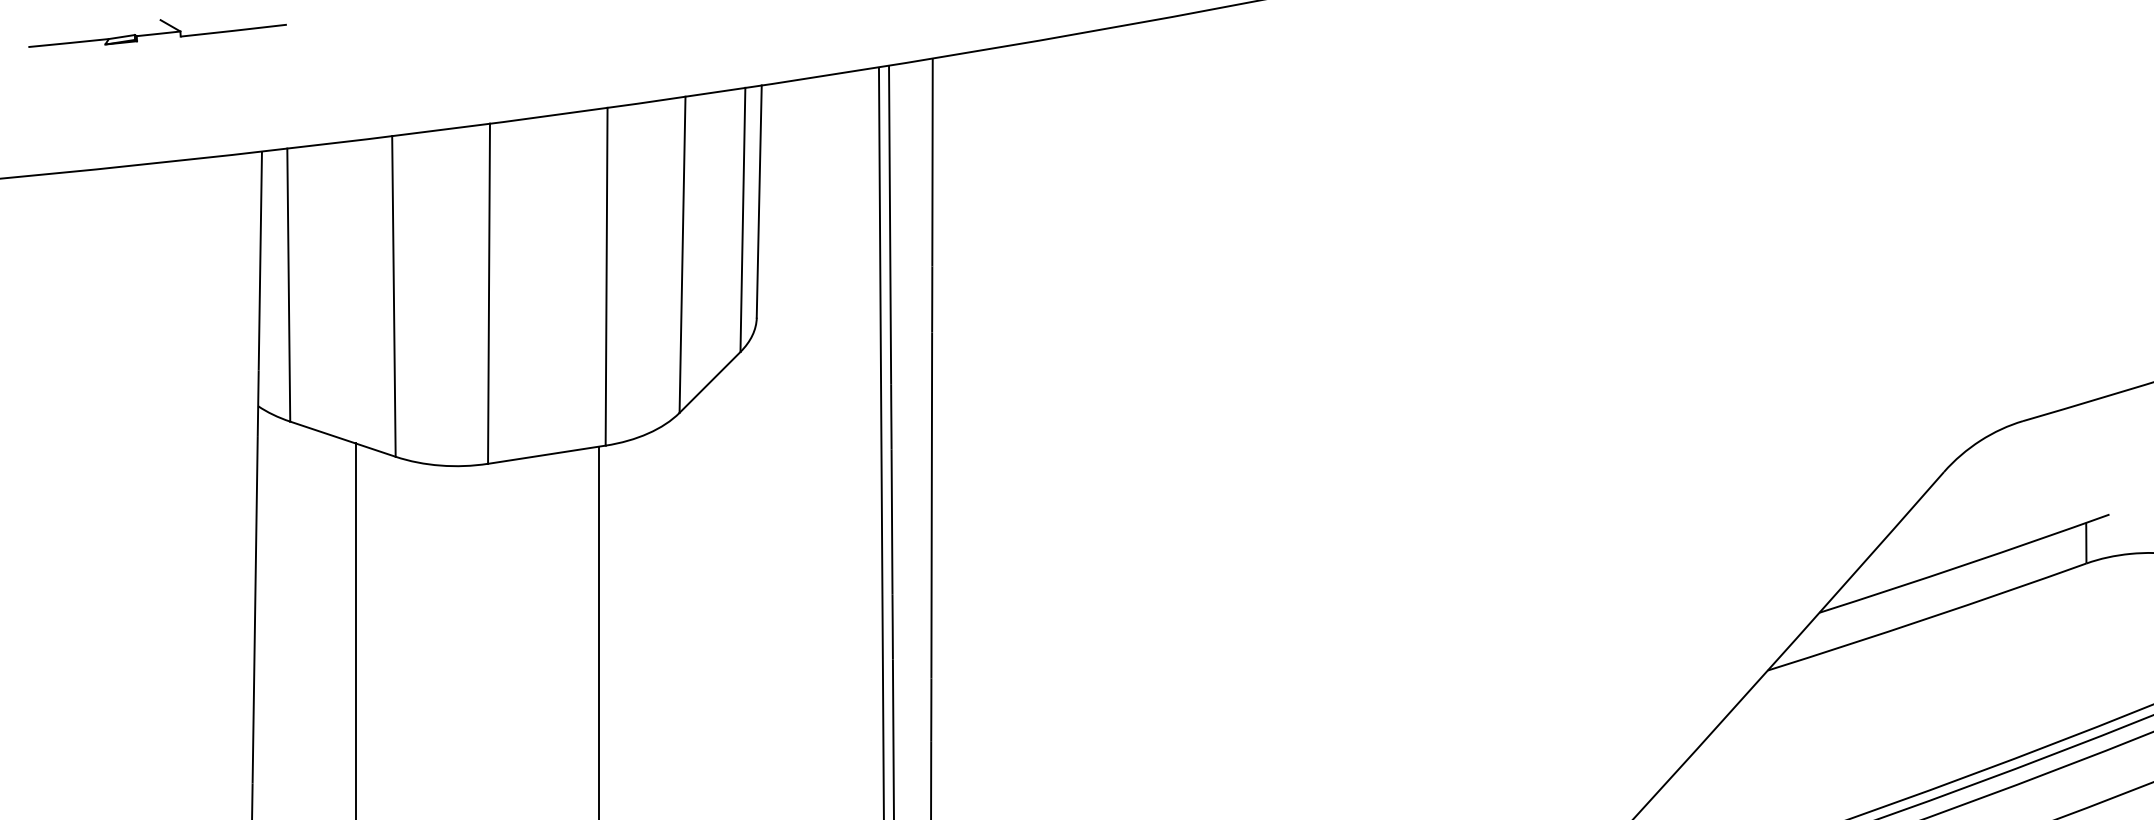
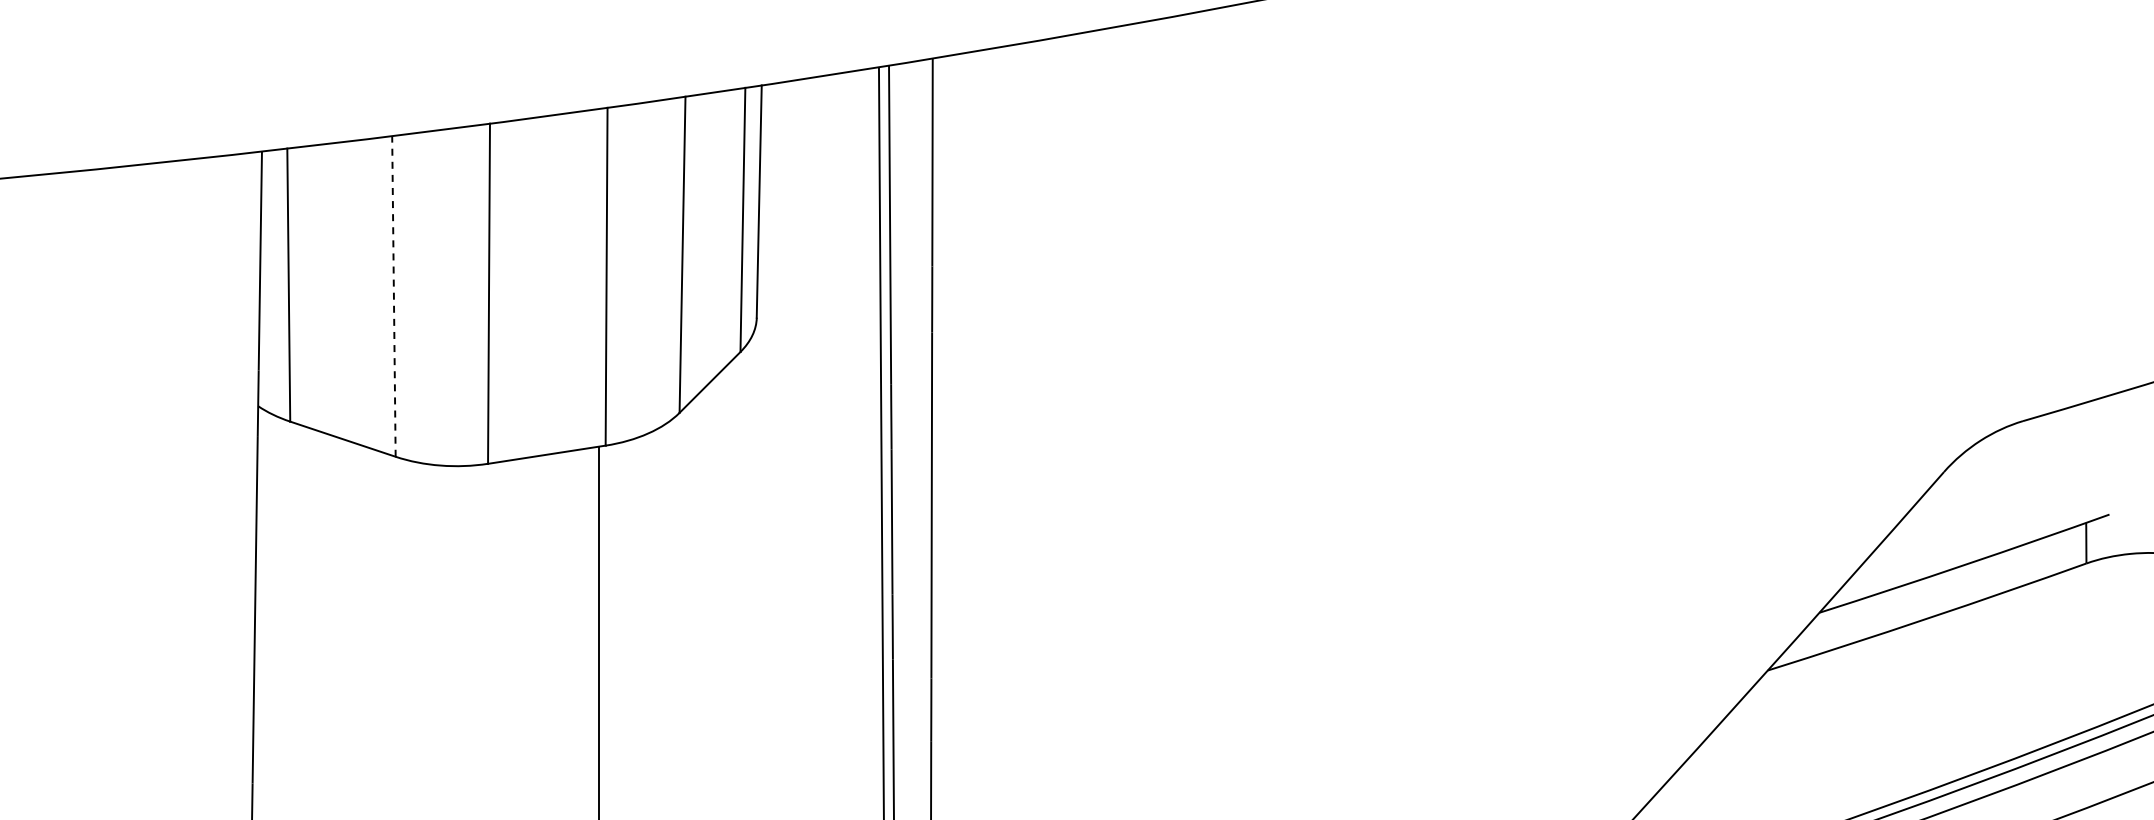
part at (157, 33): present -> none
line at (393, 295): solid -> dashed
line at (355, 629): present -> none
